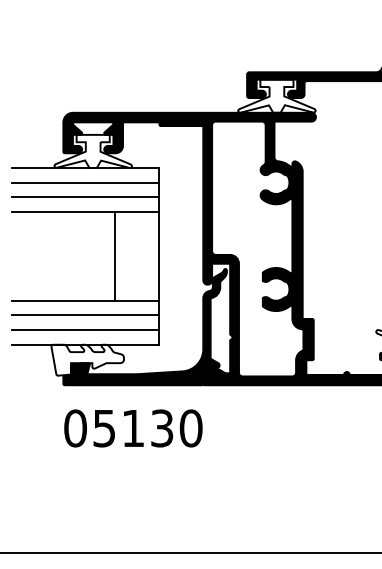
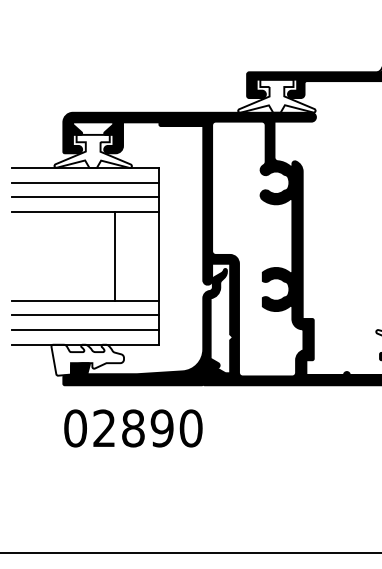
text at (133, 428): 05130 -> 02890
